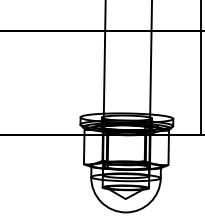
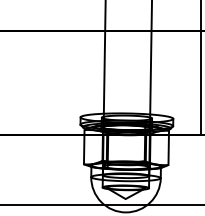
line at (101, 204): none -> present
